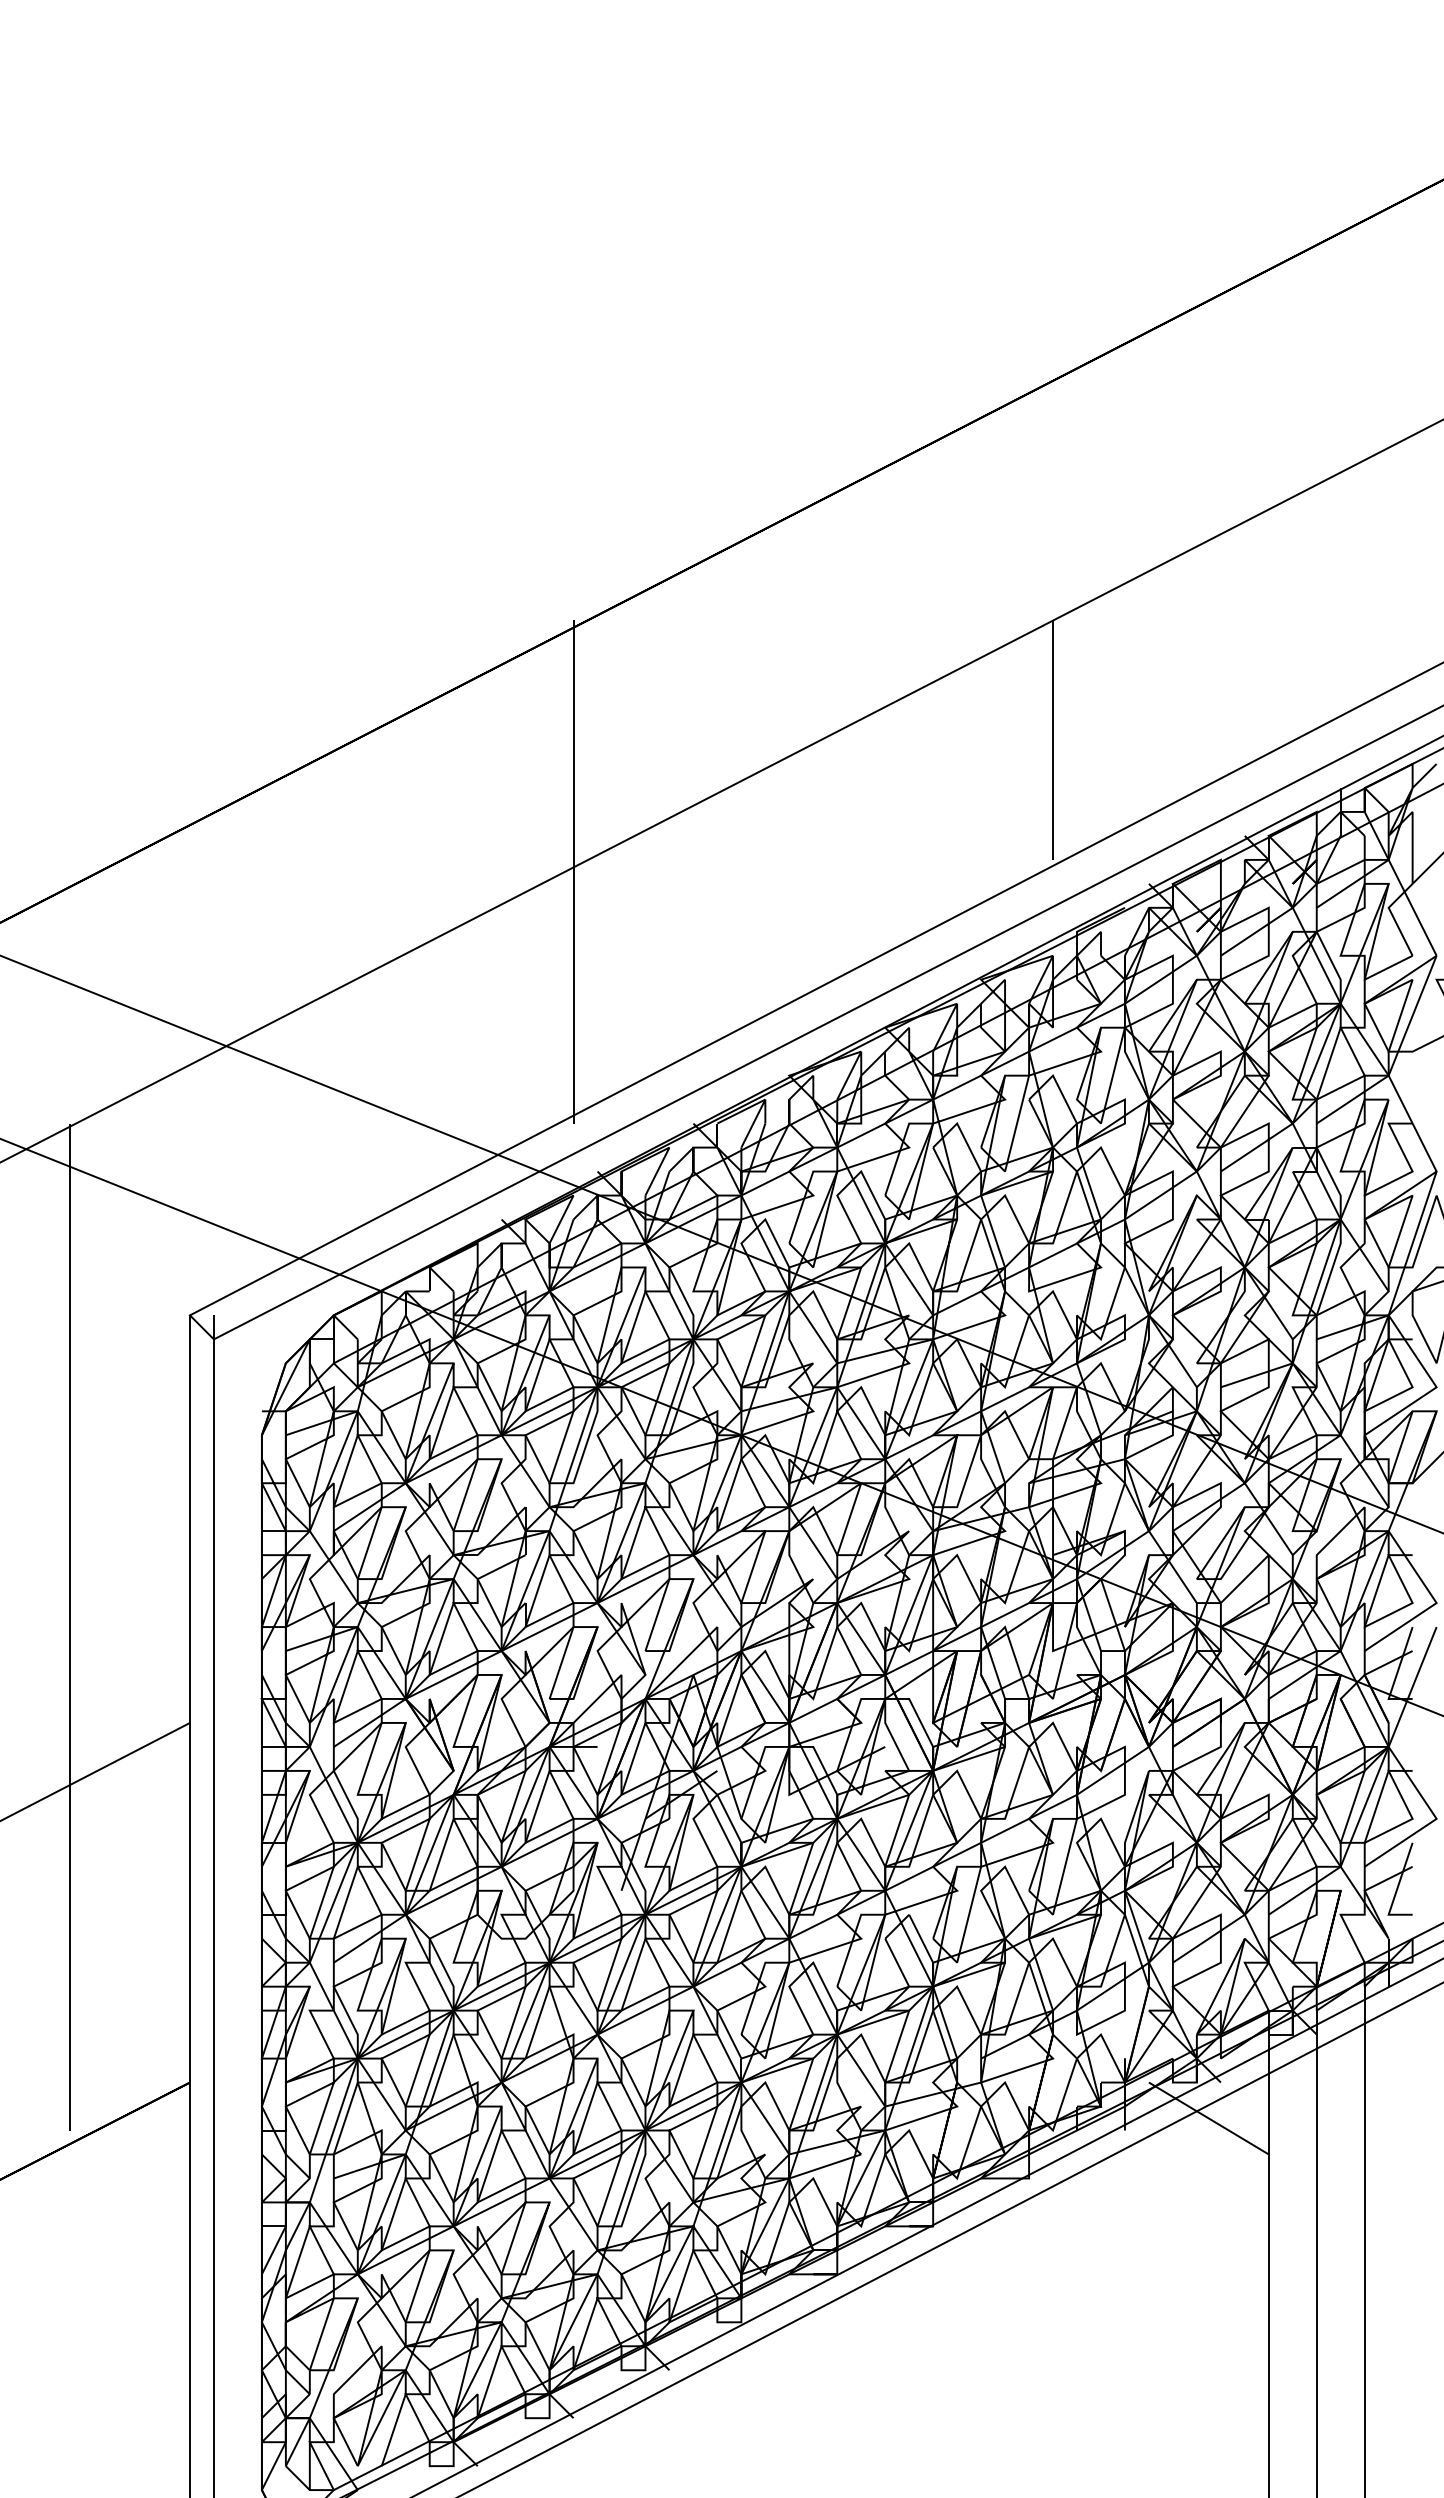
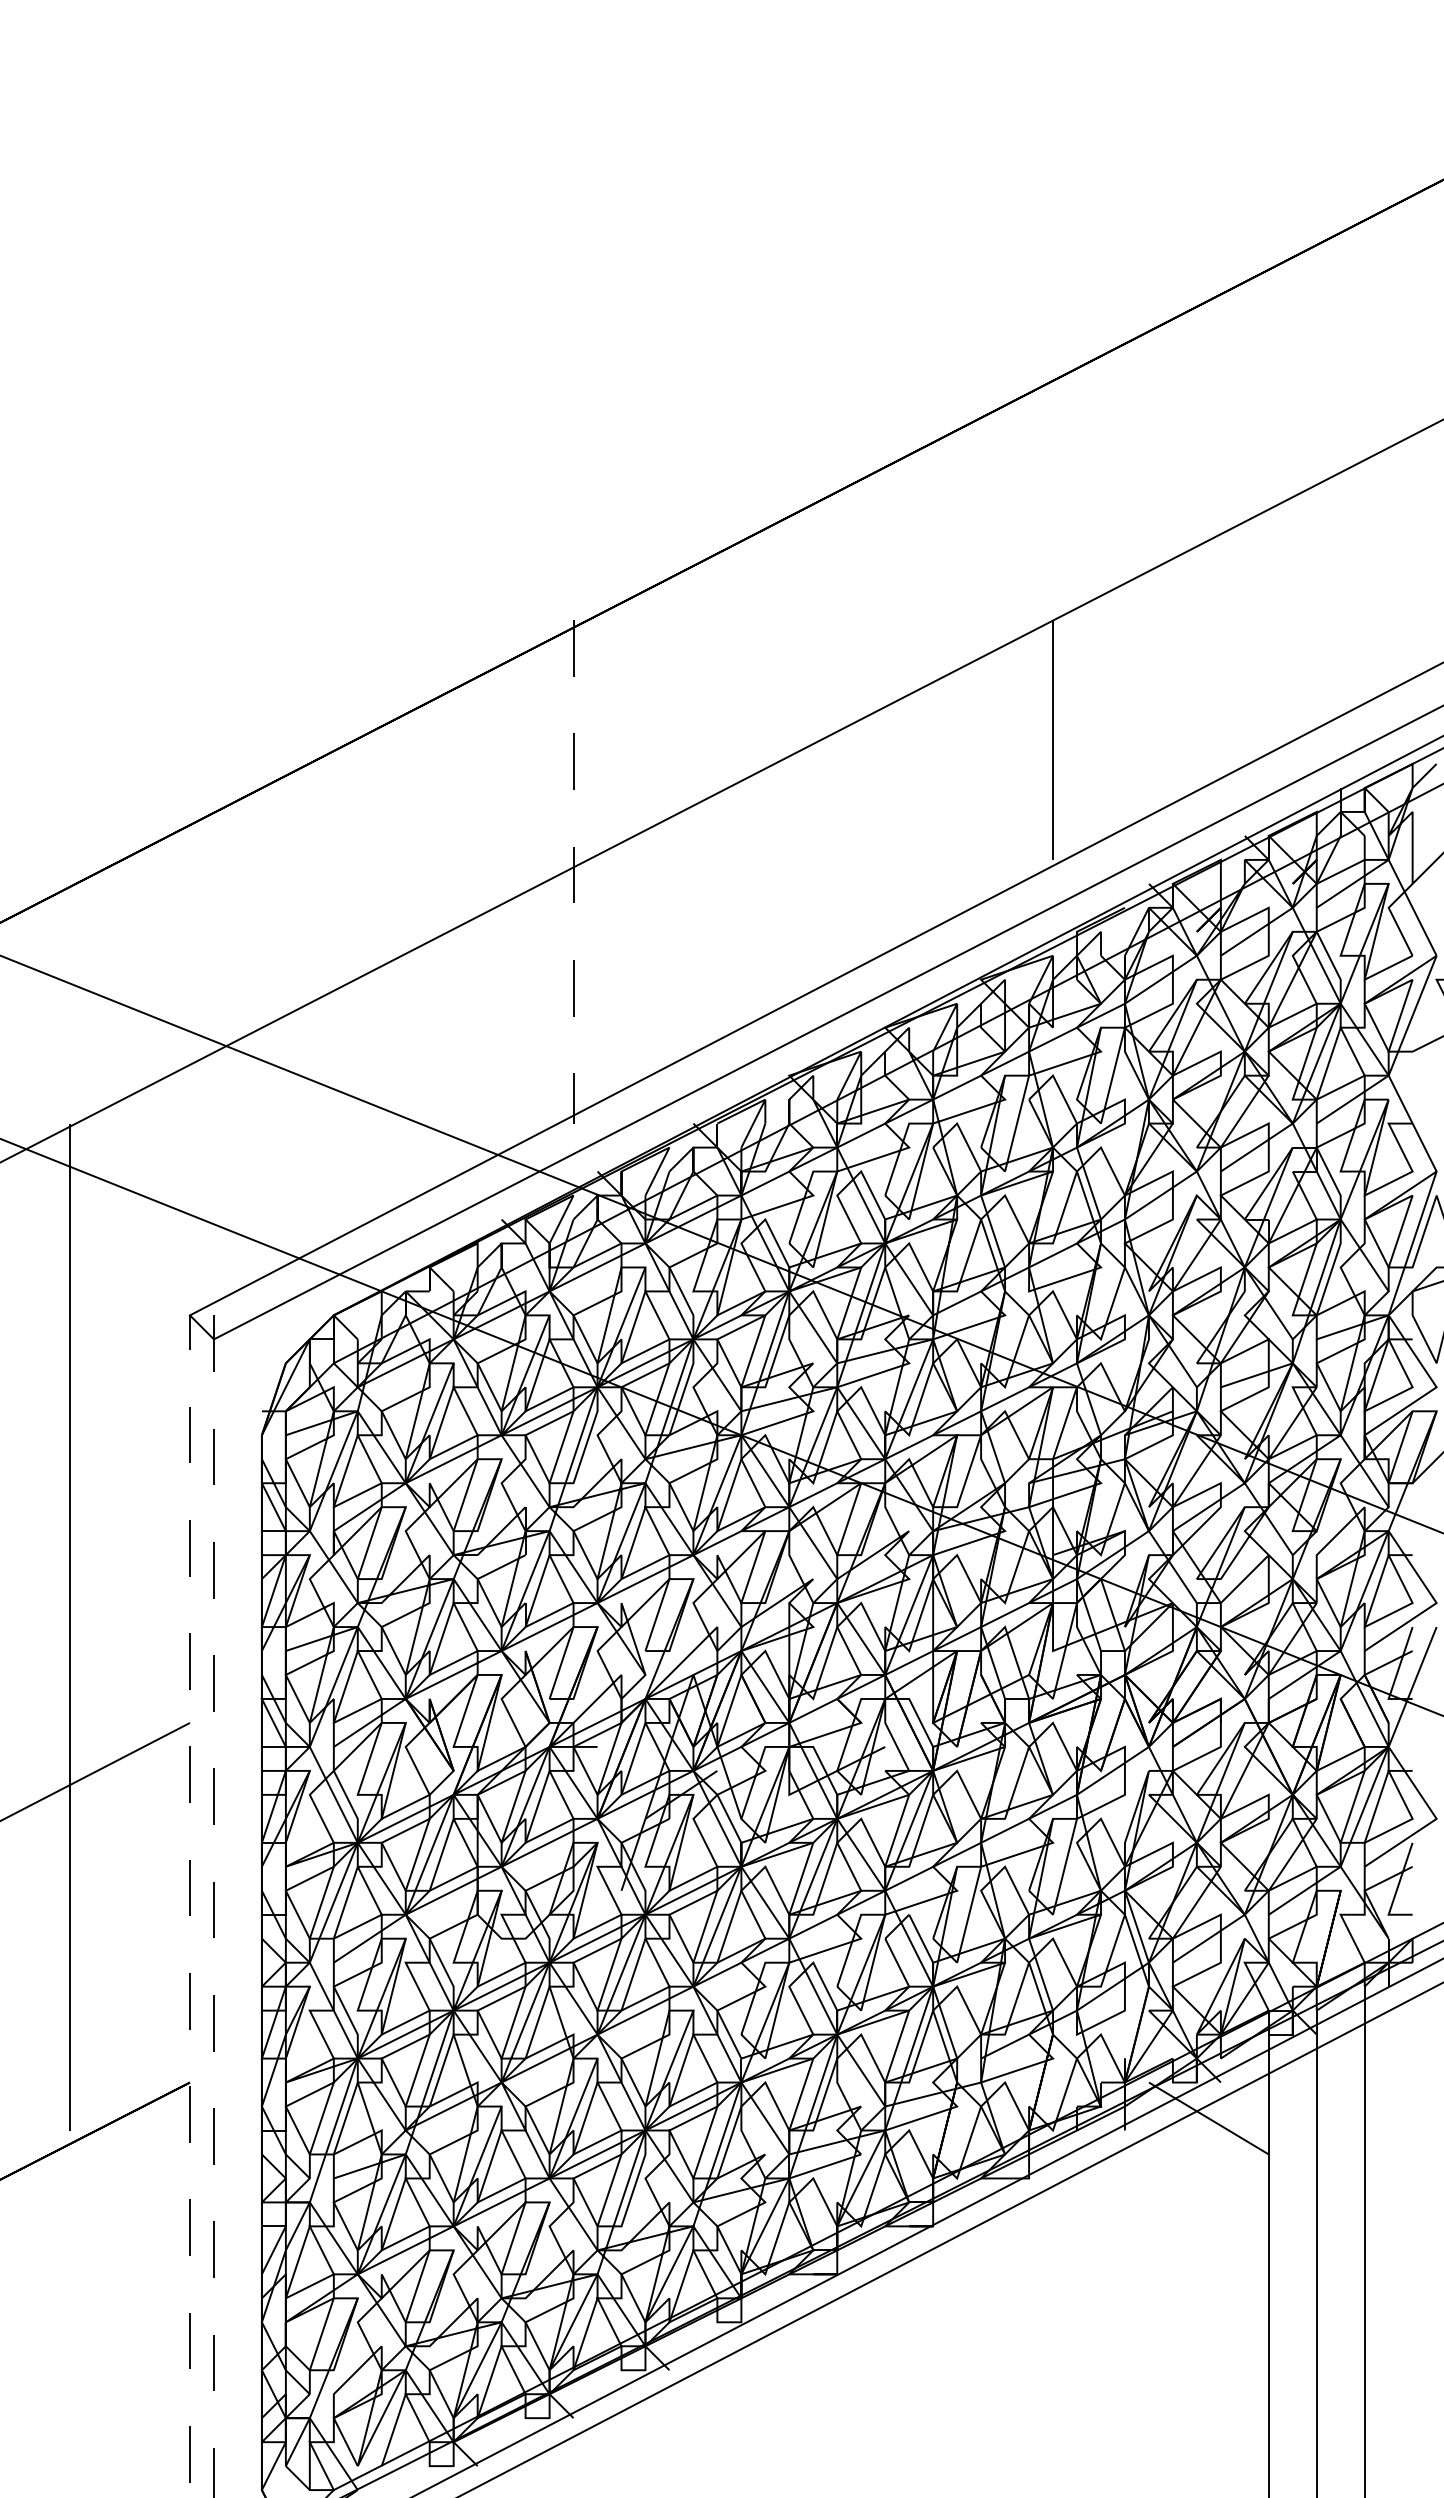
line at (573, 871): solid -> dashed
line at (213, 1905): solid -> dashed
line at (190, 1906): solid -> dashed
